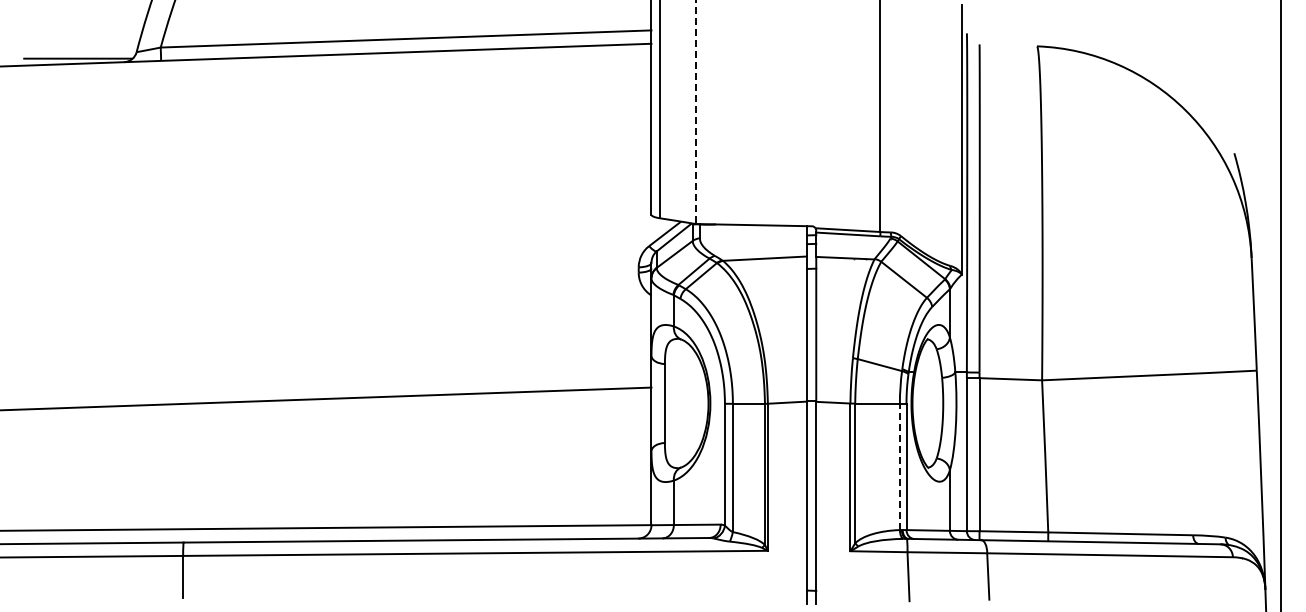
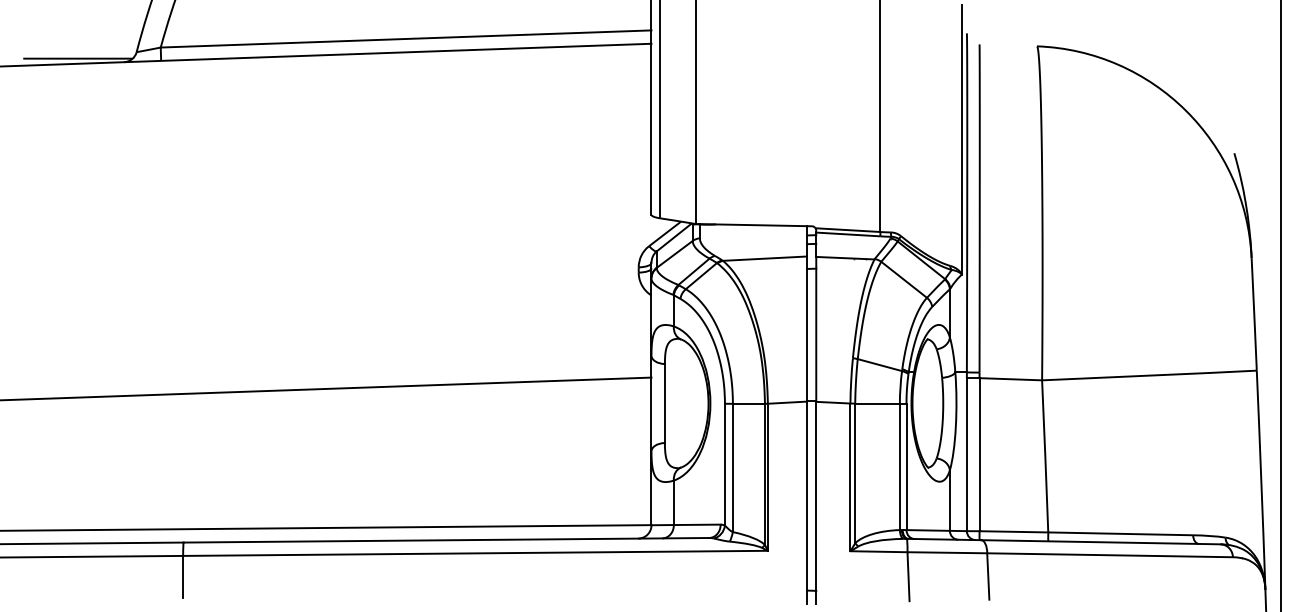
line at (695, 112): dashed -> solid
line at (326, 398) position: (326, 398) -> (326, 388)
line at (899, 466): dashed -> solid
